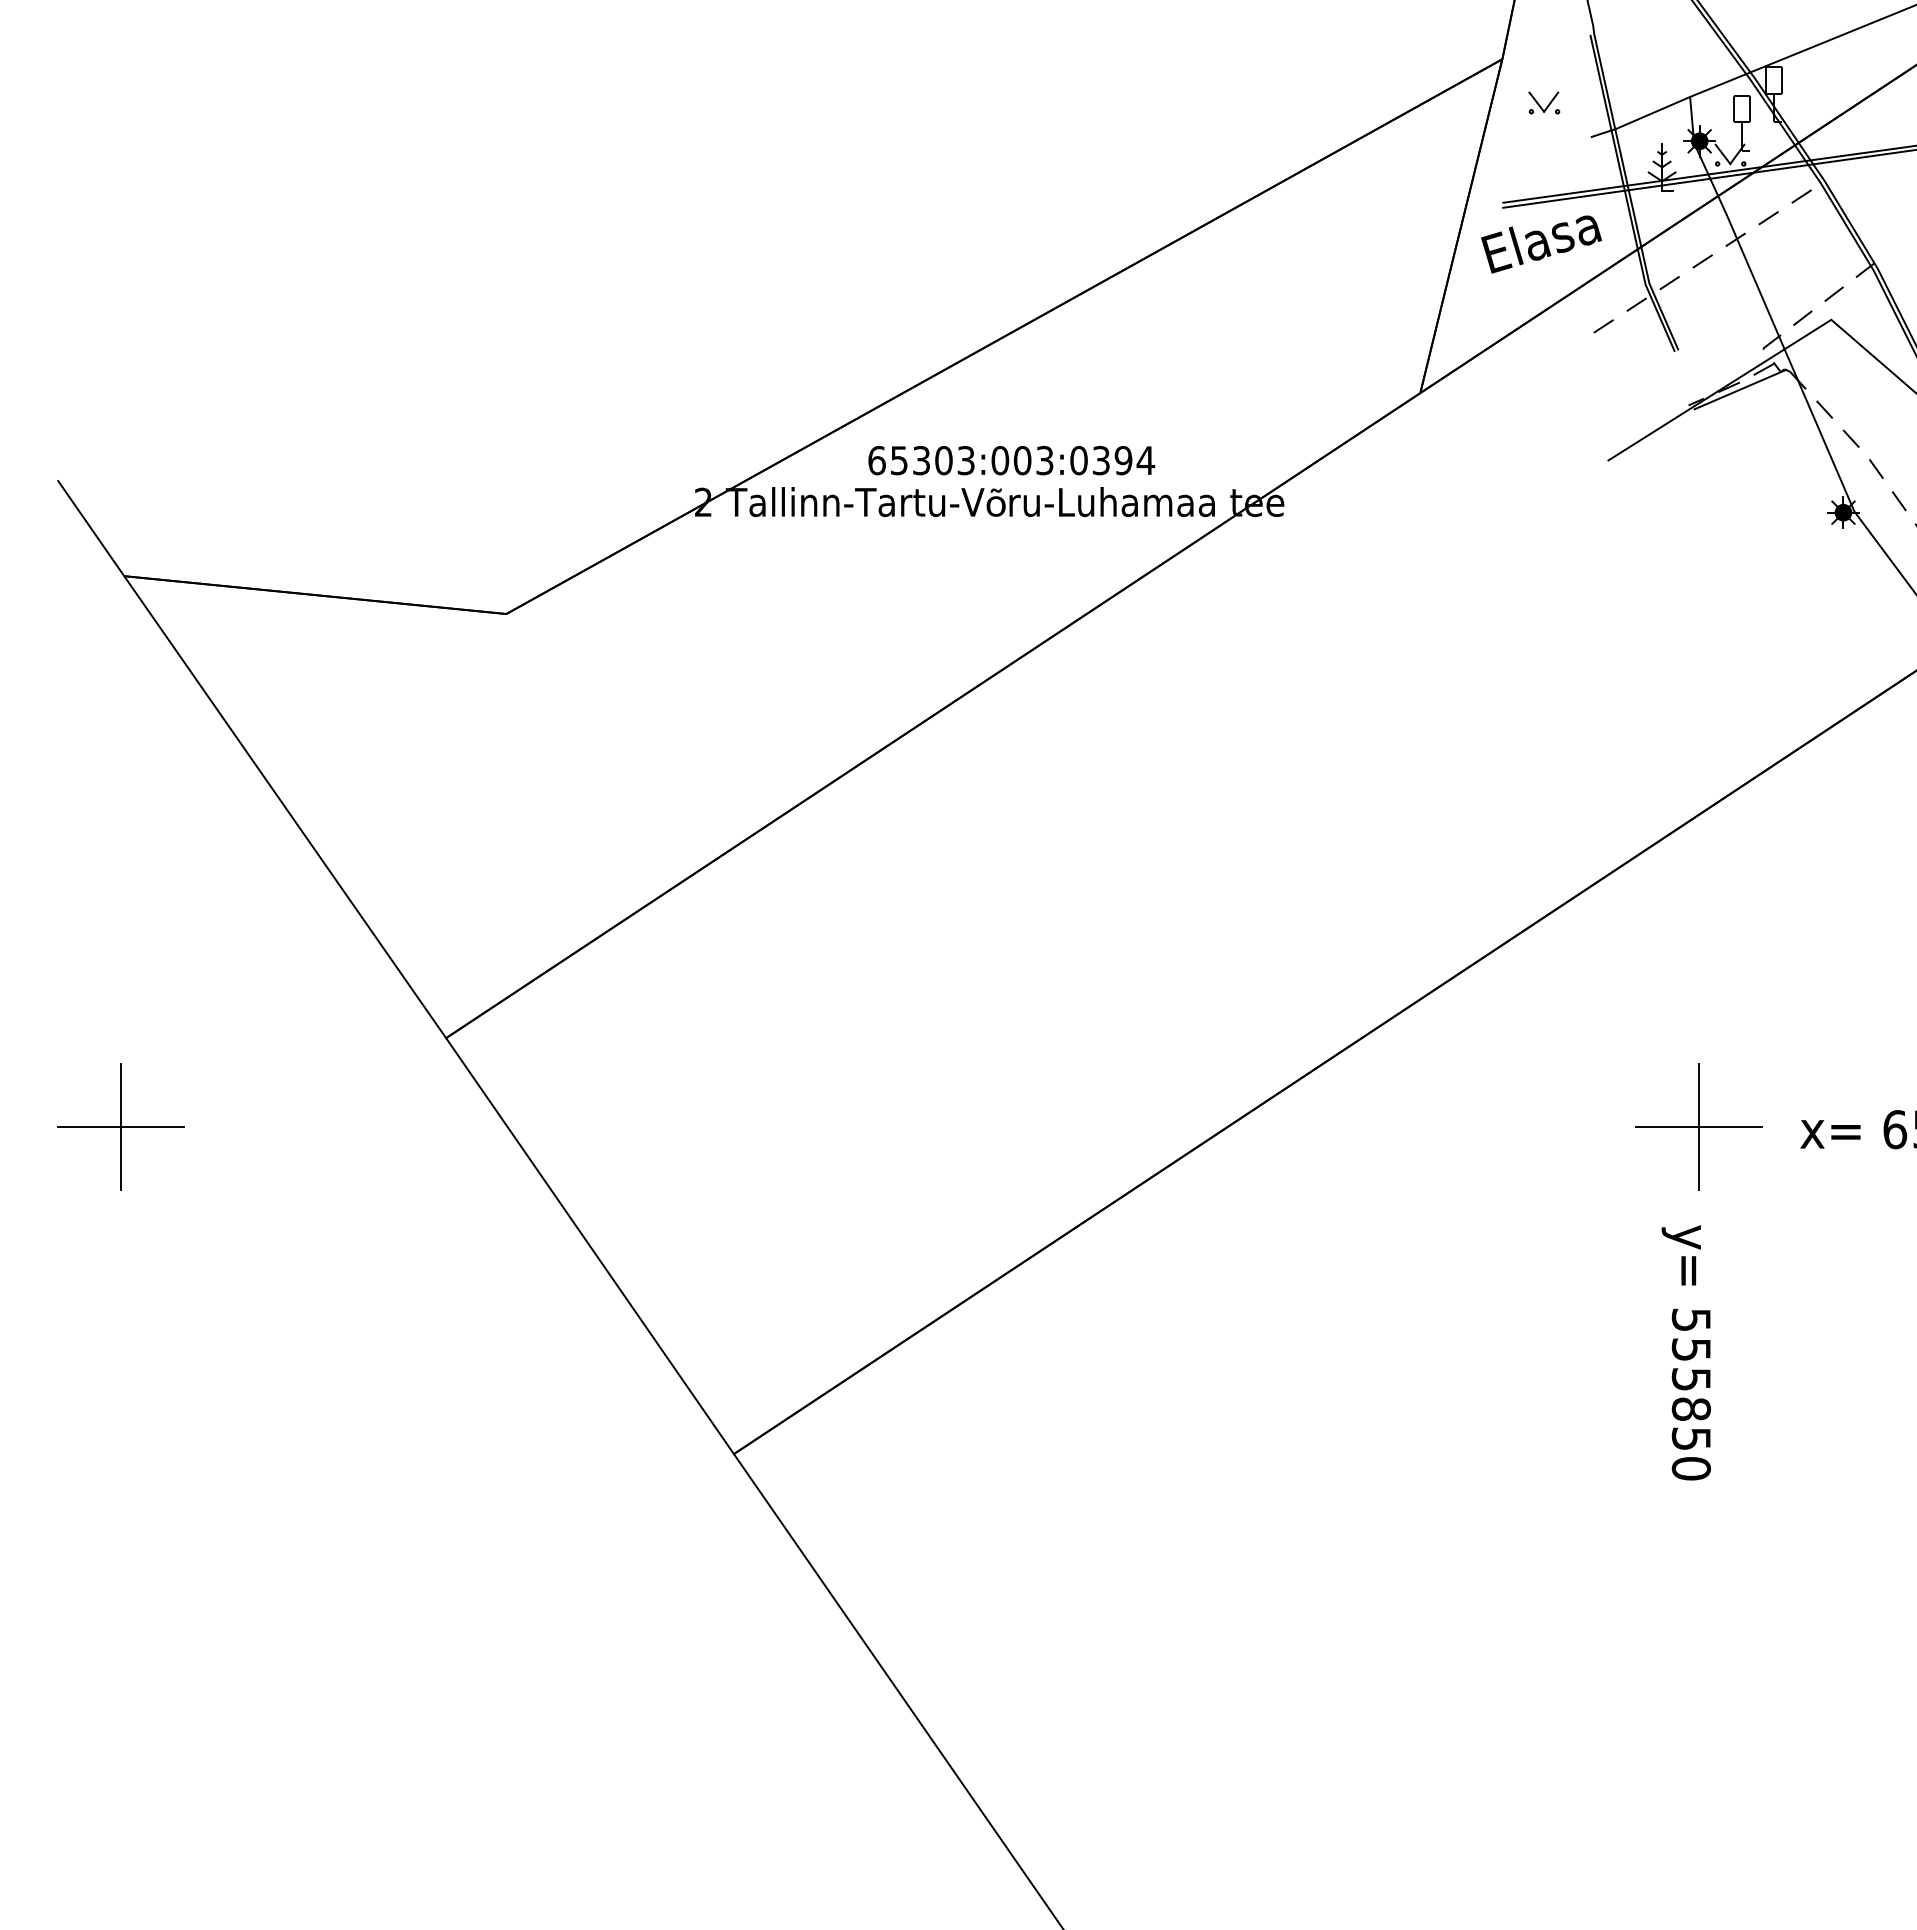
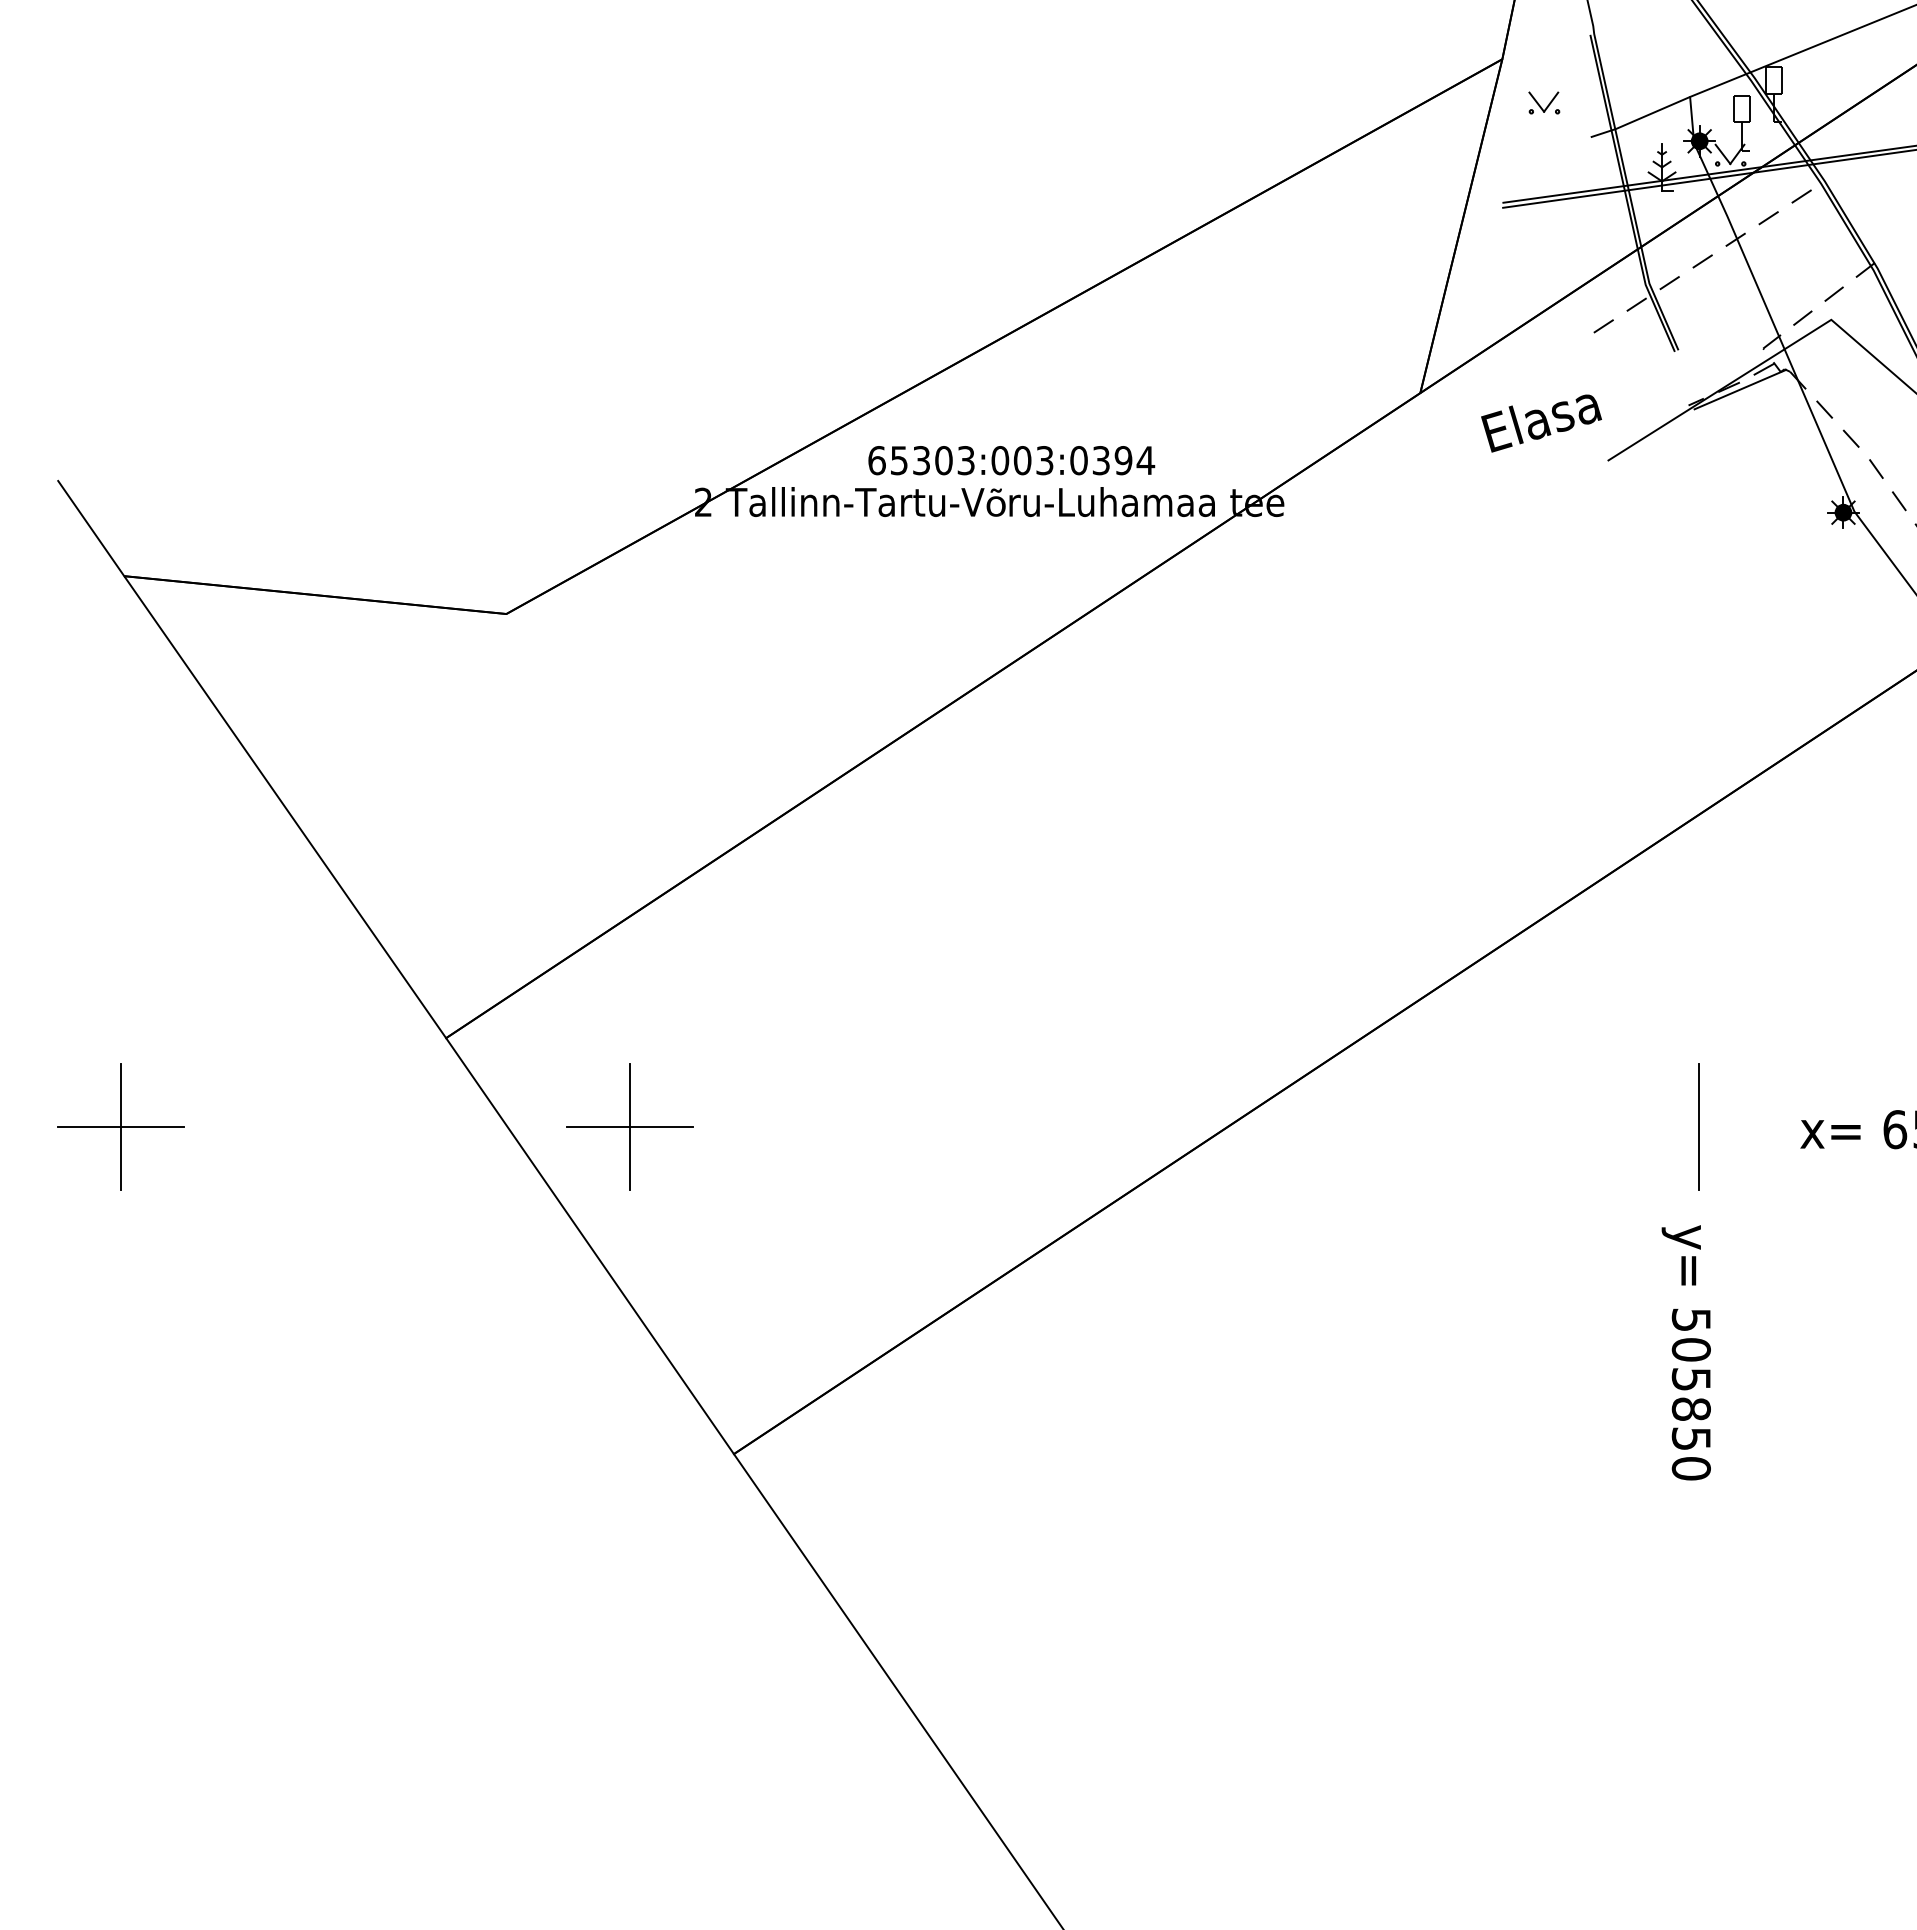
text at (1541, 244) position: (1541, 244) -> (1541, 423)
part at (629, 1126): none -> present
line at (1698, 1127): present -> none
text at (1690, 1349): 555850 -> 505850
